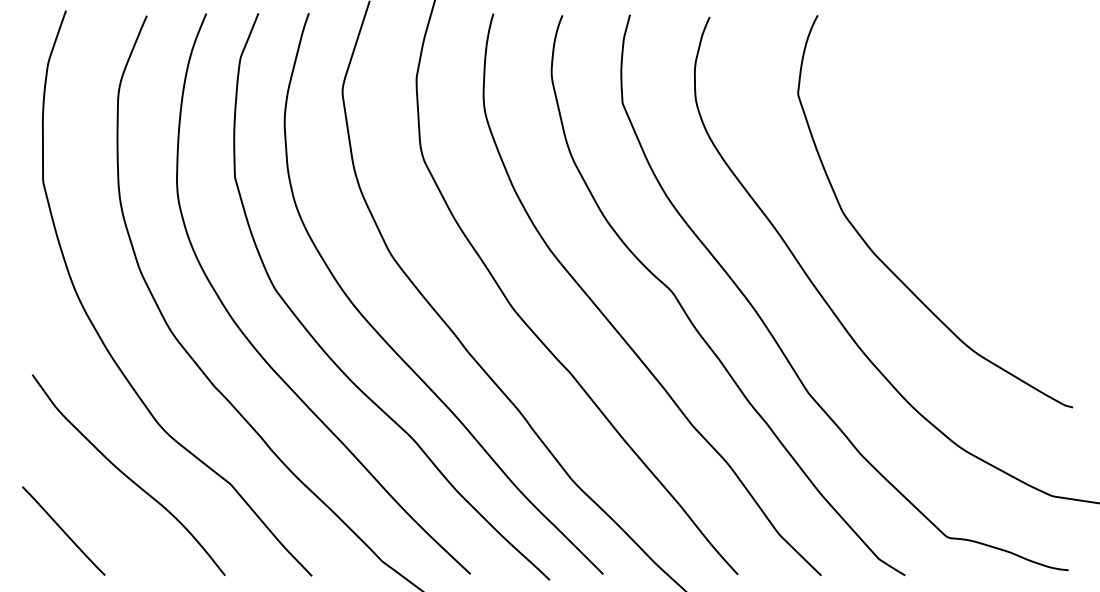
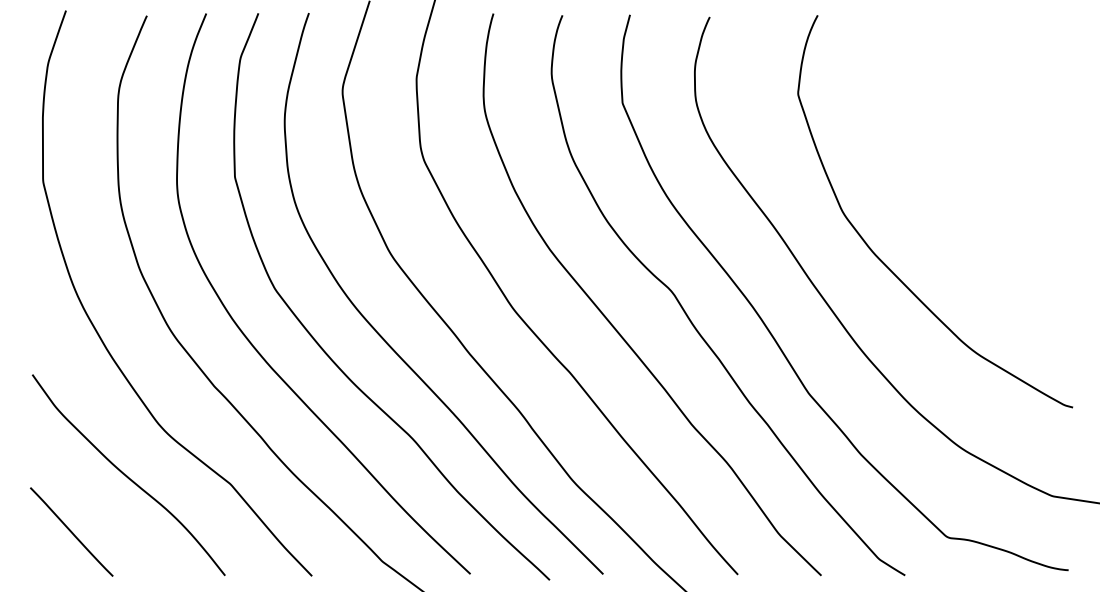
line at (63, 530) position: (63, 530) -> (71, 531)
